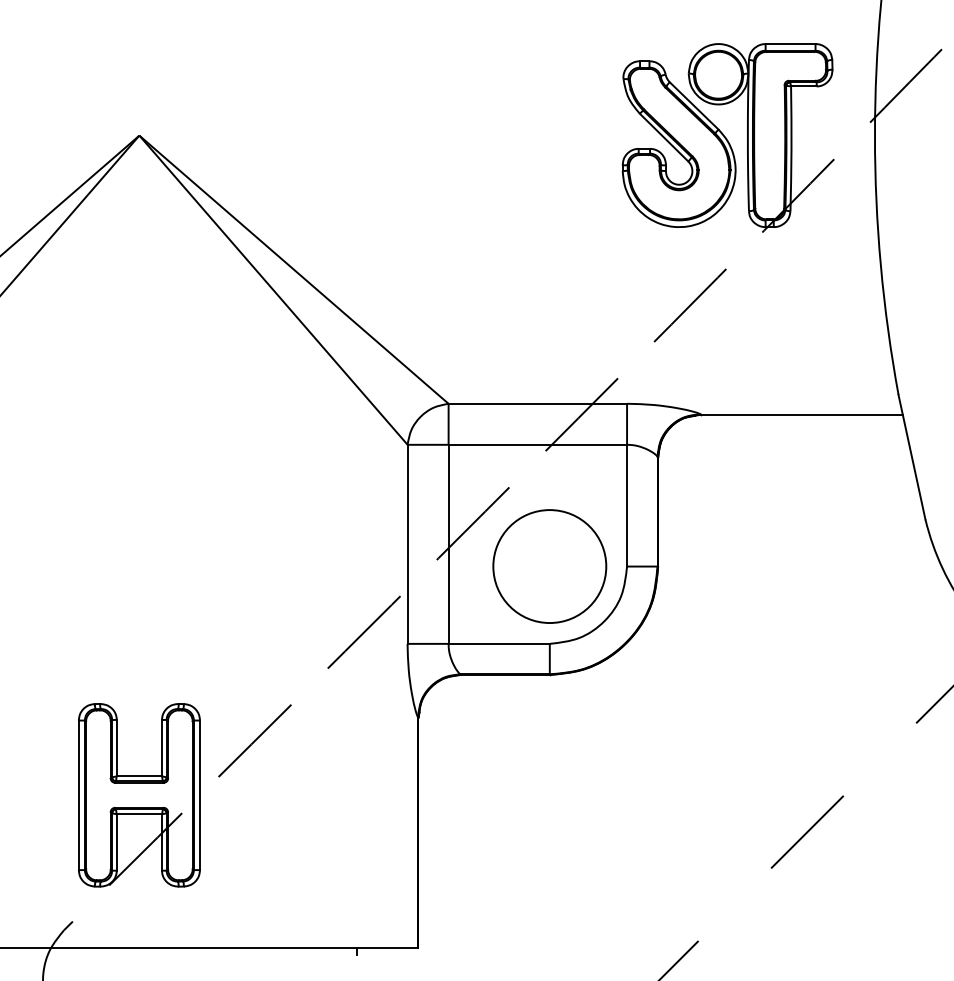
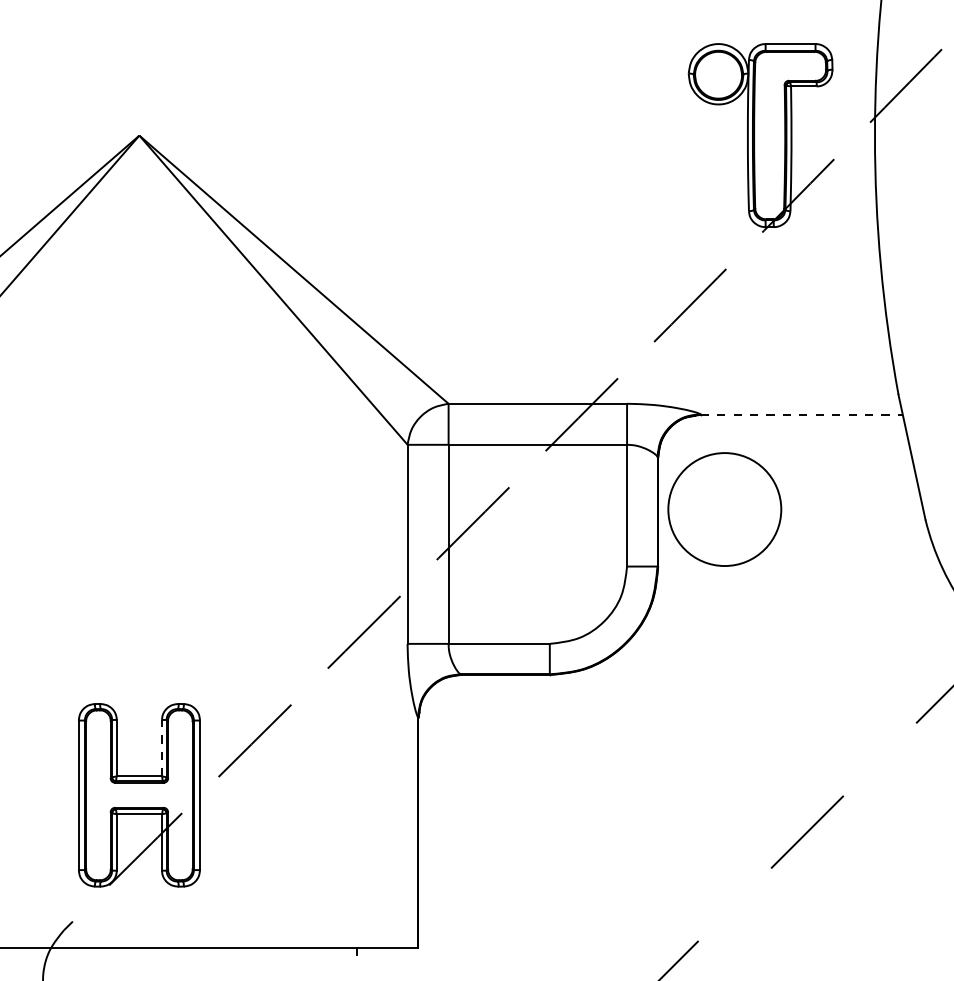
part at (678, 143): present -> none
line at (802, 414): solid -> dashed
circle at (549, 566) position: (549, 566) -> (724, 509)
line at (162, 747): solid -> dashed
